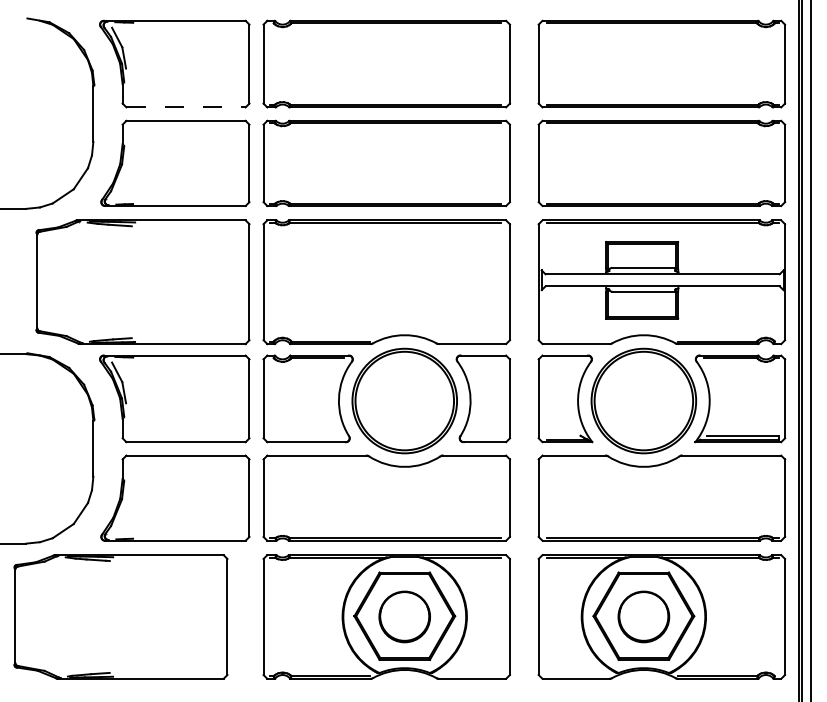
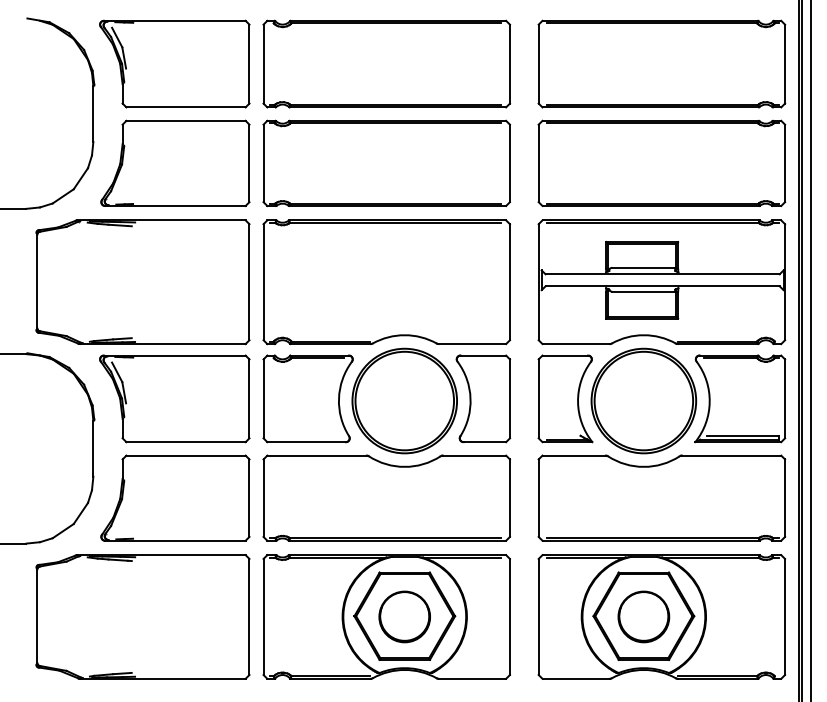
line at (186, 107): dashed -> solid
part at (120, 616) position: (120, 616) -> (142, 616)
